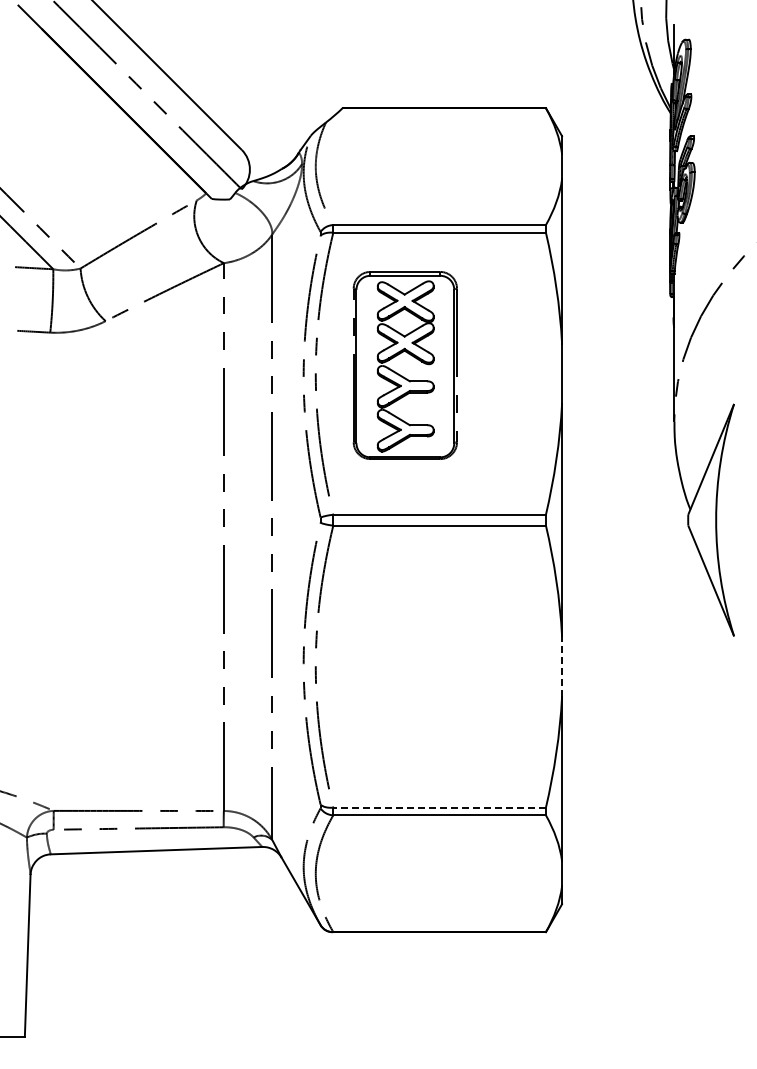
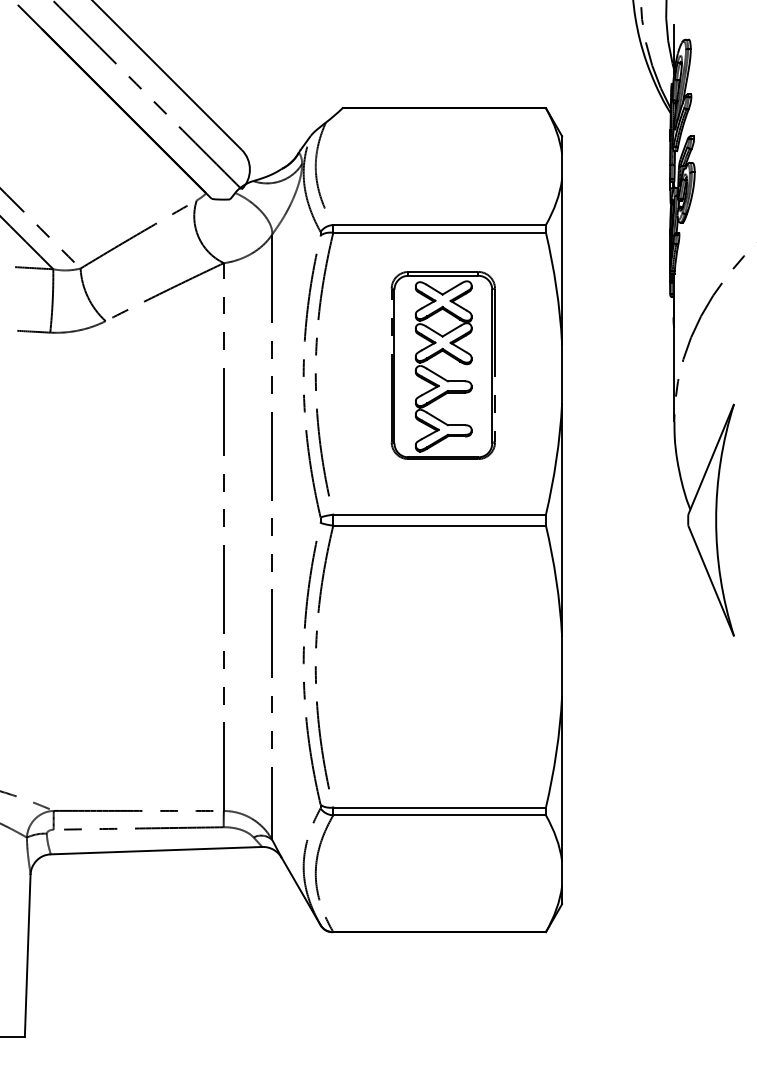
part at (404, 365) position: (404, 365) -> (442, 365)
line at (562, 666): dashed -> solid
line at (439, 807): dashed -> solid
